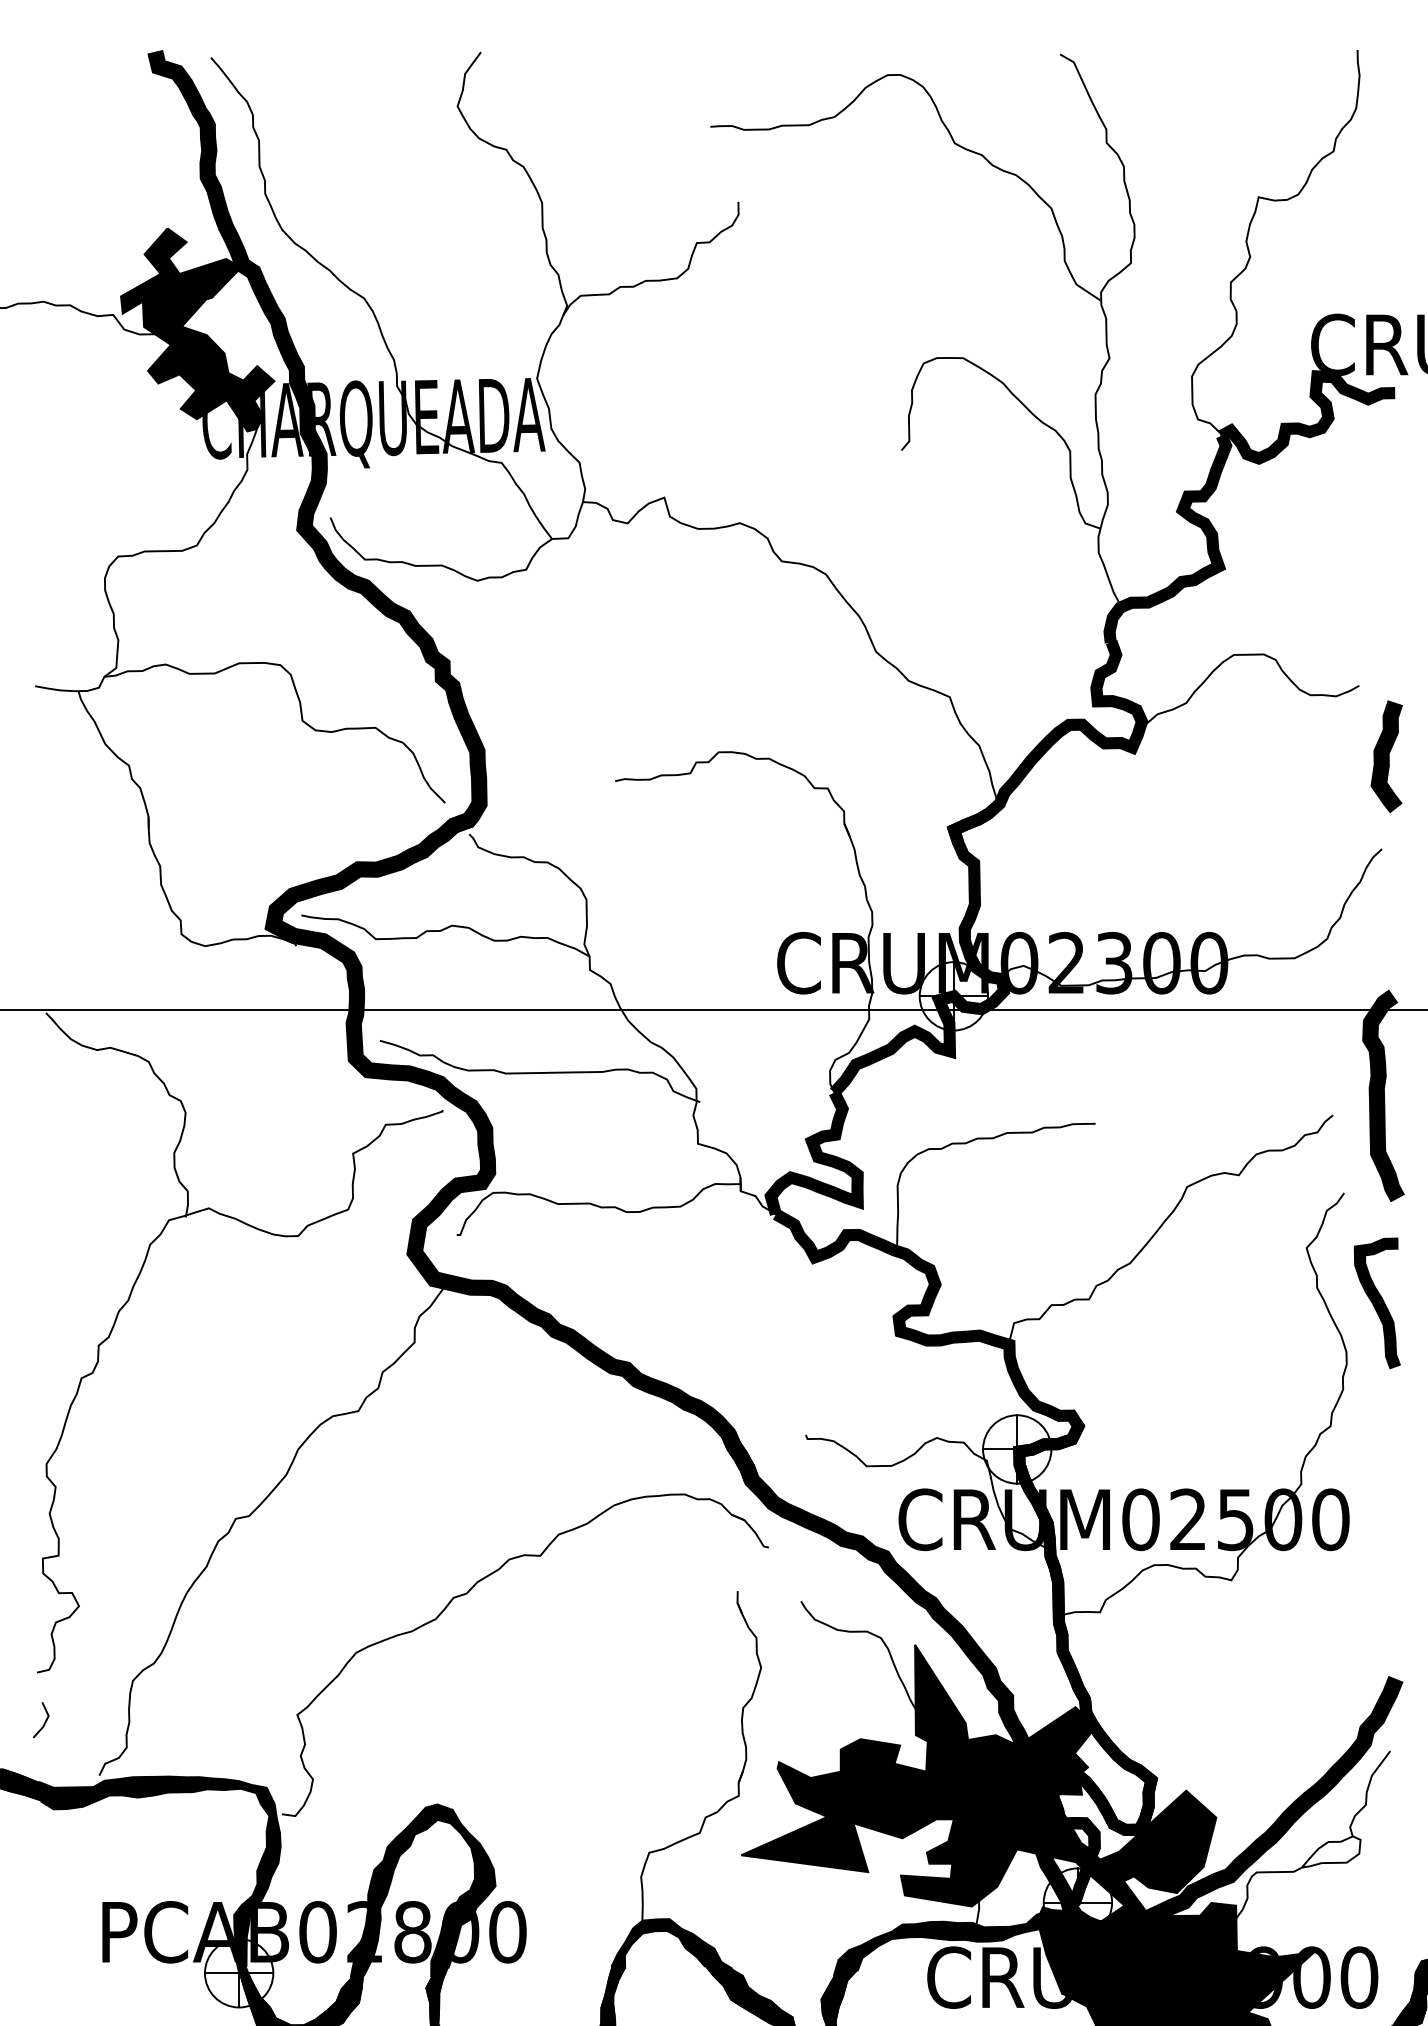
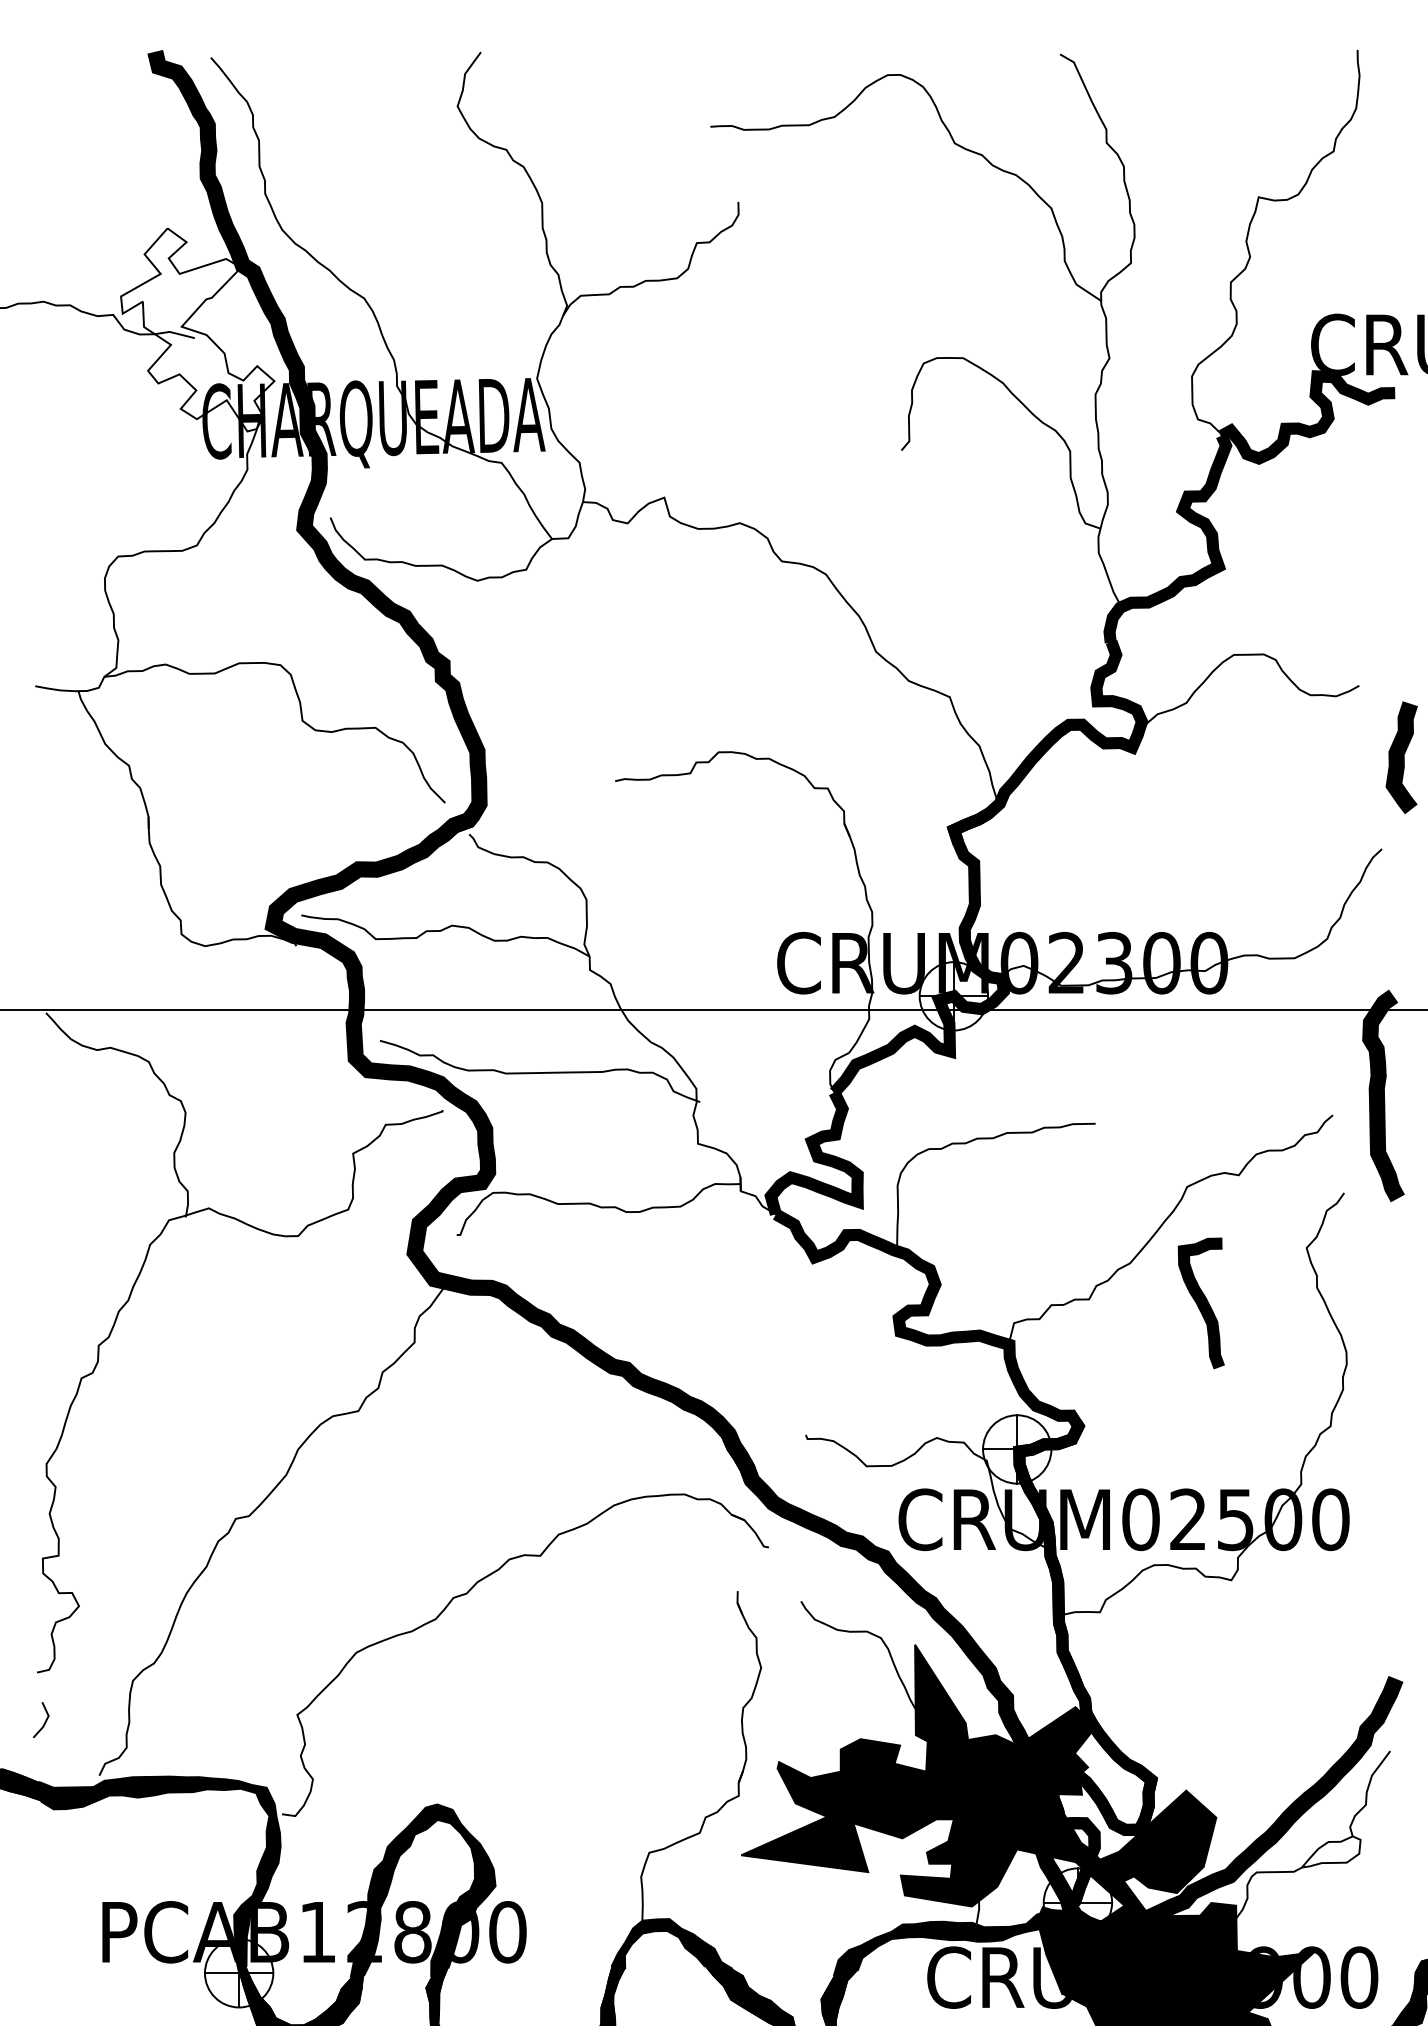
fill at (197, 329): present -> none
curve at (1386, 756) position: (1386, 756) -> (1401, 757)
curve at (1376, 1303) position: (1376, 1303) -> (1200, 1303)
text at (317, 1932): PCAB02800 -> PCAB12800
